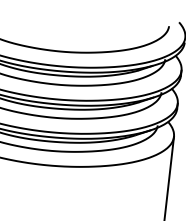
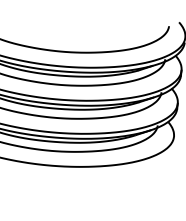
line at (168, 176): present -> none
